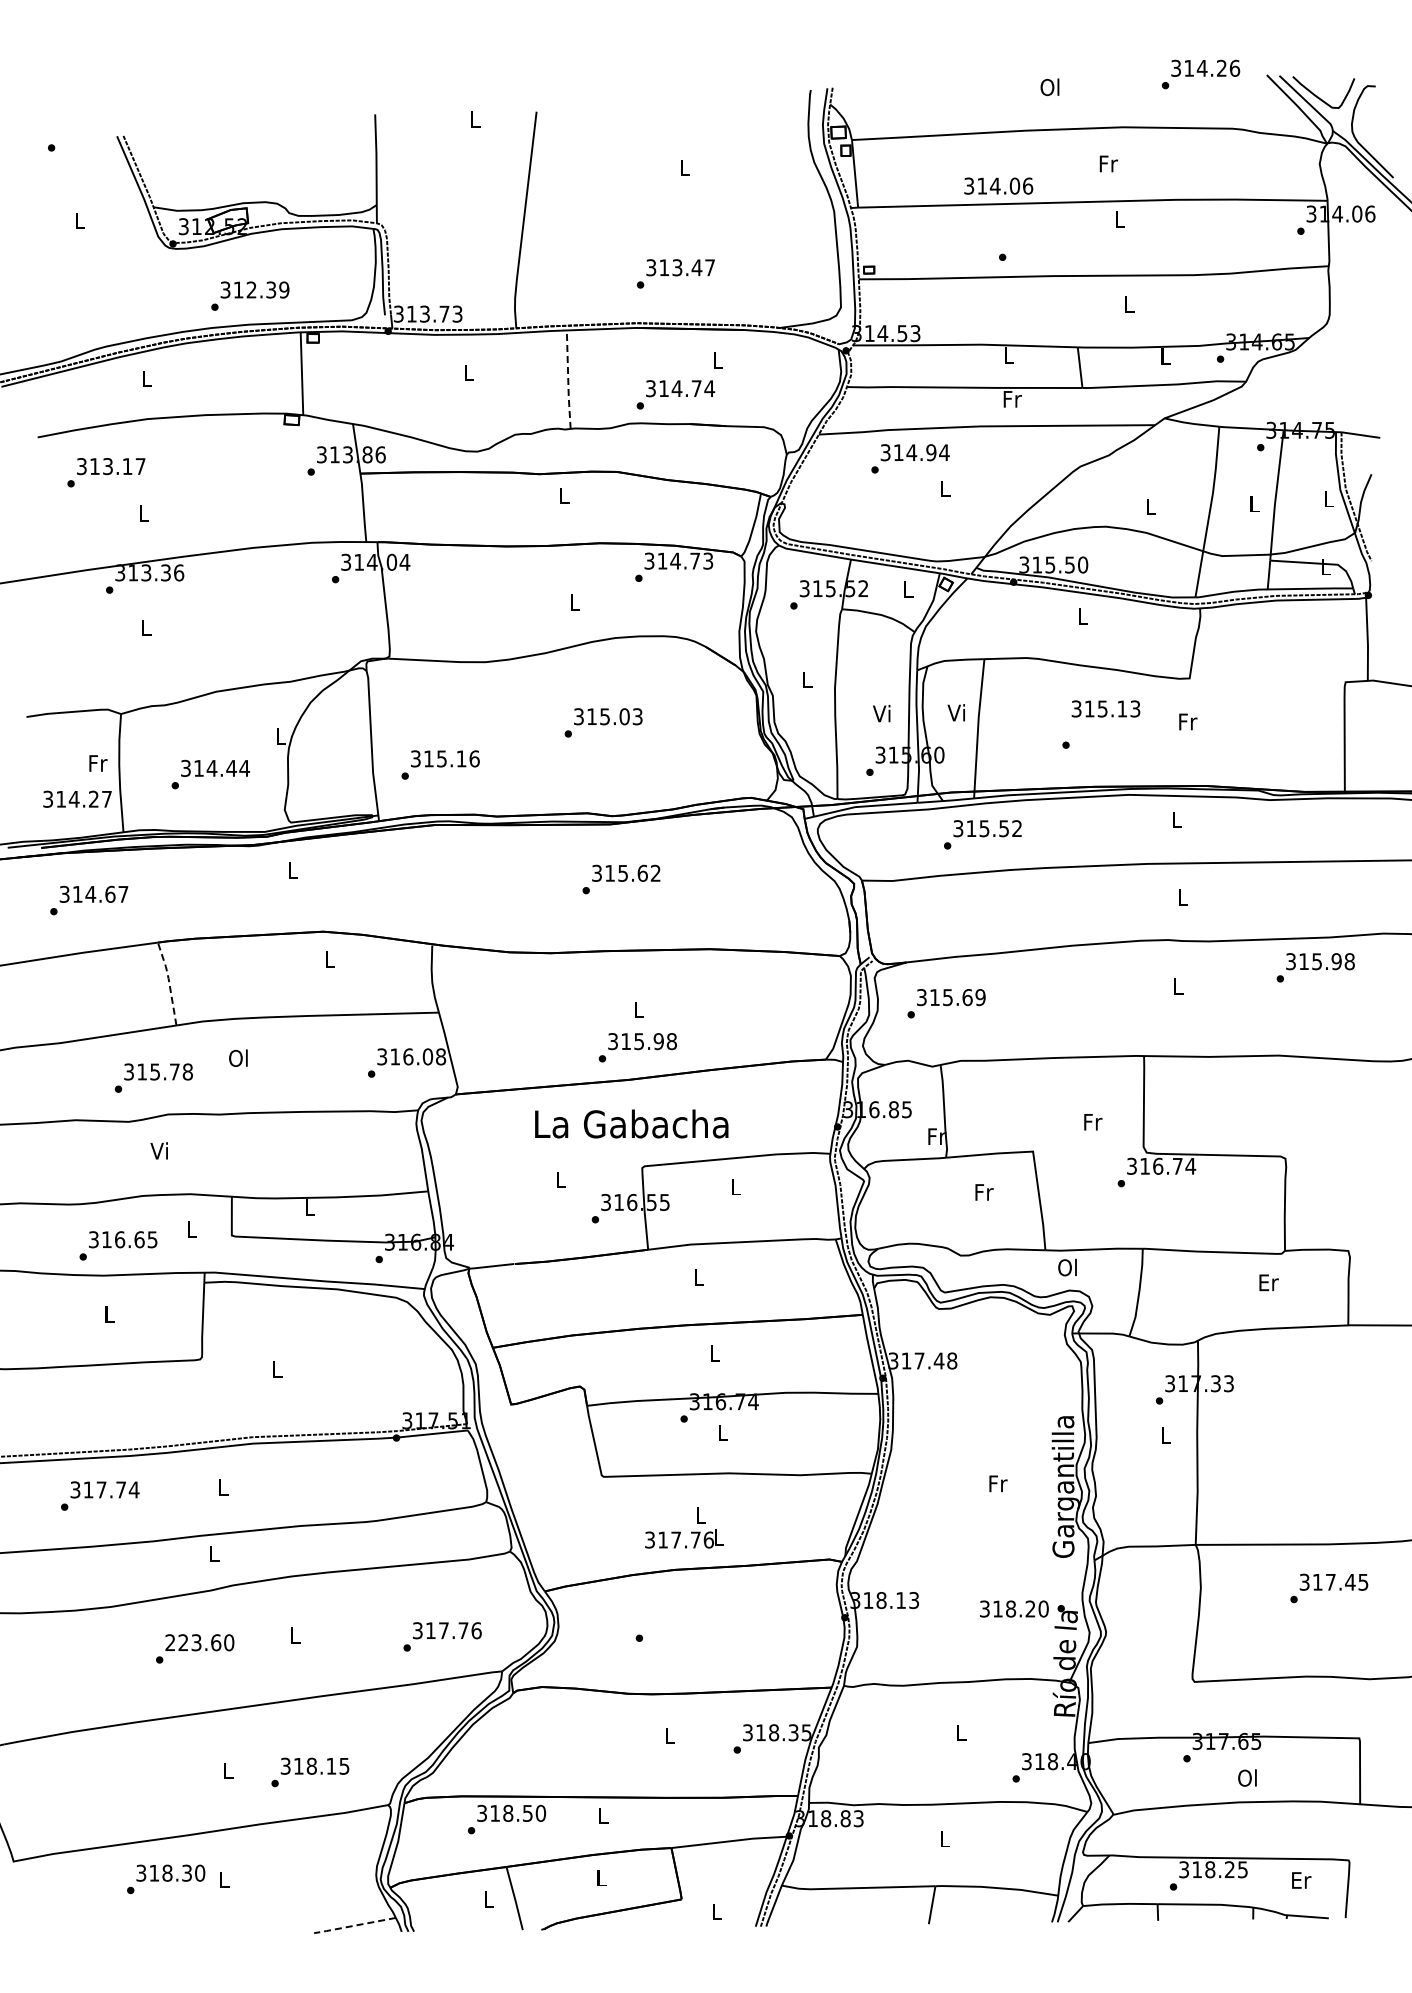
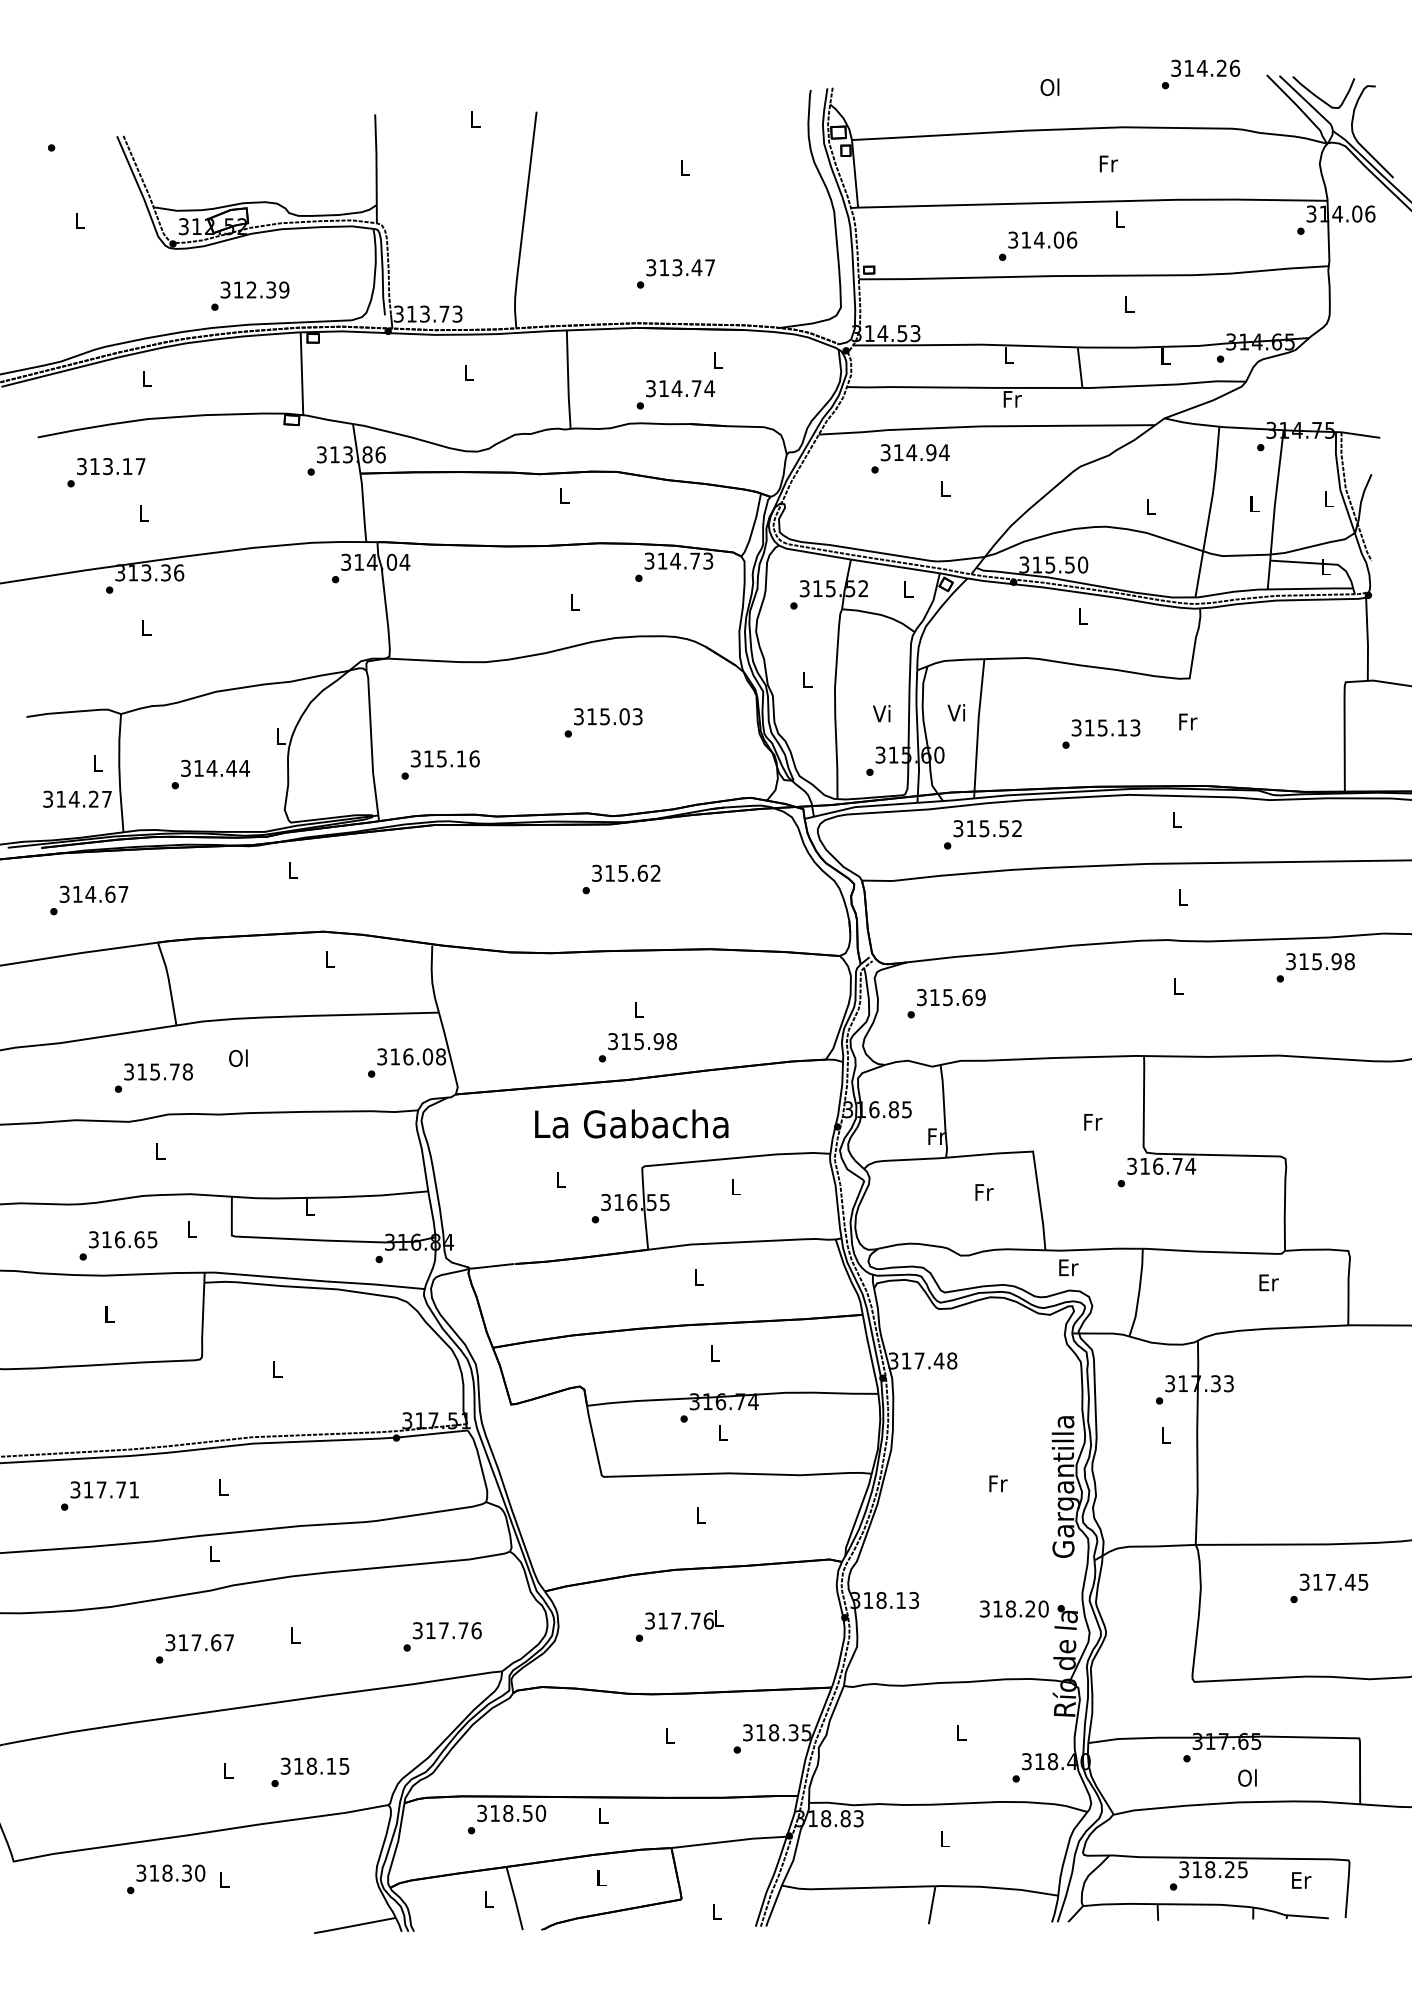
text at (998, 185) position: (998, 185) -> (1042, 239)
line at (568, 380): dashed -> solid
text at (1105, 708) position: (1105, 708) -> (1105, 727)
text at (98, 763): Fr -> L
line at (169, 982): dashed -> solid
text at (158, 1150): Vi -> L
text at (1068, 1267): Ol -> Er
text at (133, 1489): 317.74 -> 317.71
text at (684, 1538) position: (684, 1538) -> (684, 1619)
text at (199, 1642): 223.60 -> 317.67
line at (353, 1925): dashed -> solid
